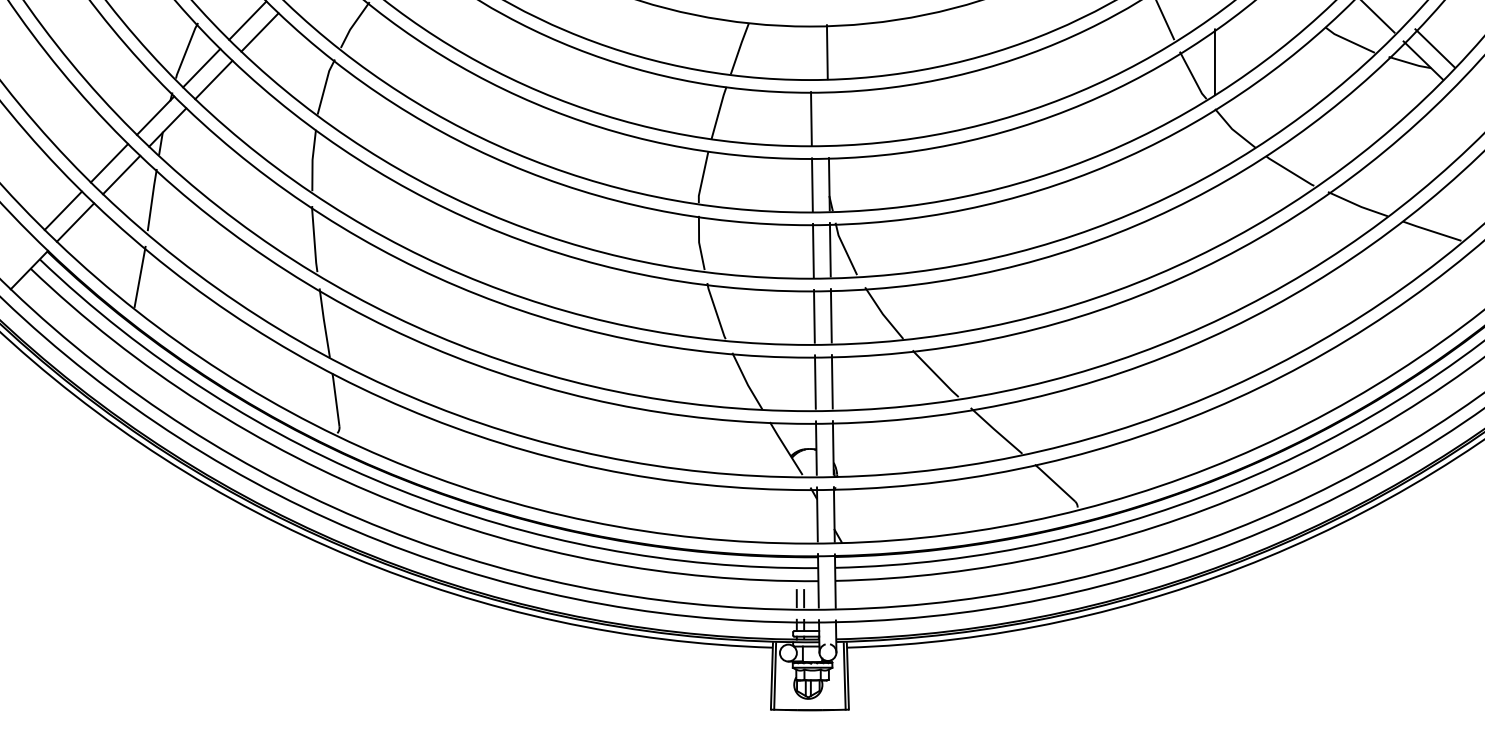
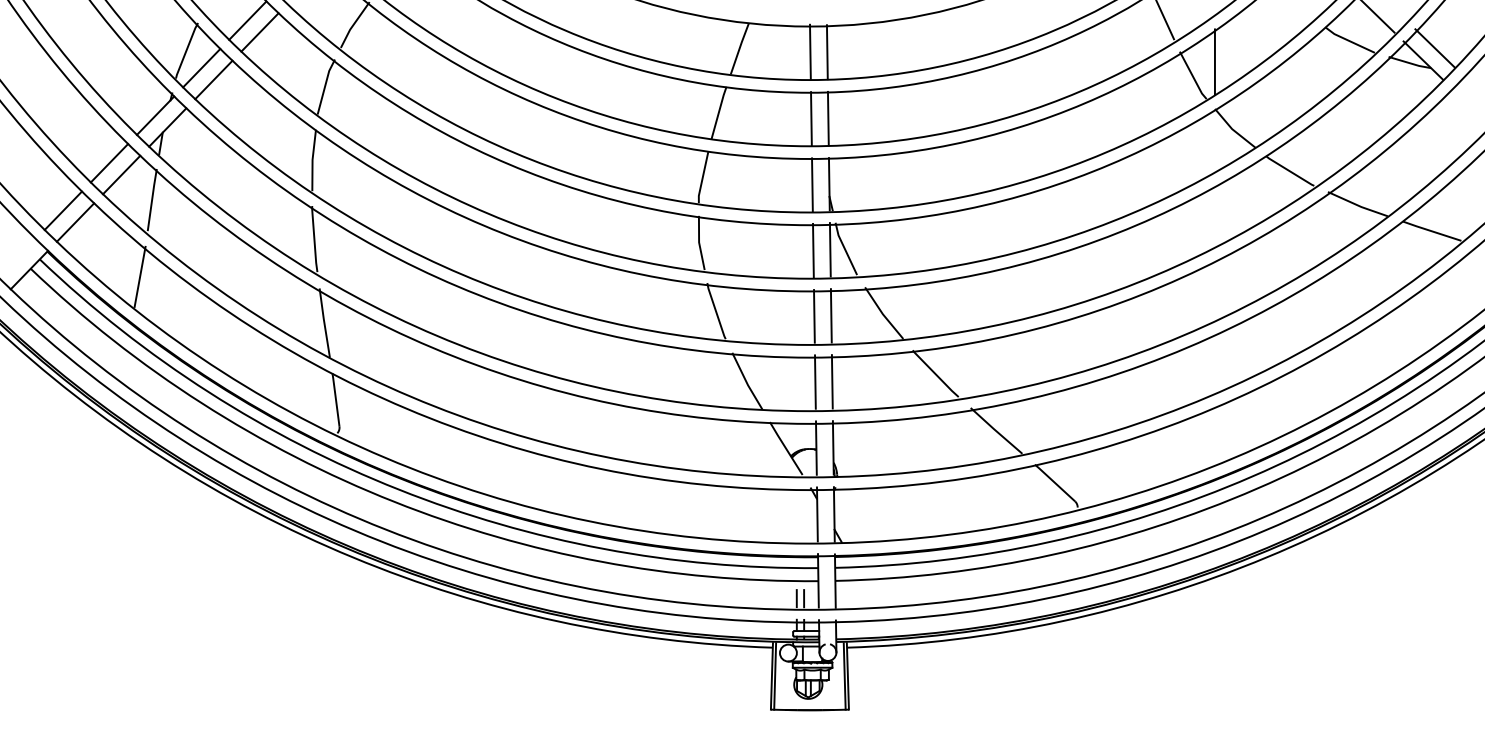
line at (810, 51): none -> present
line at (827, 118): none -> present
